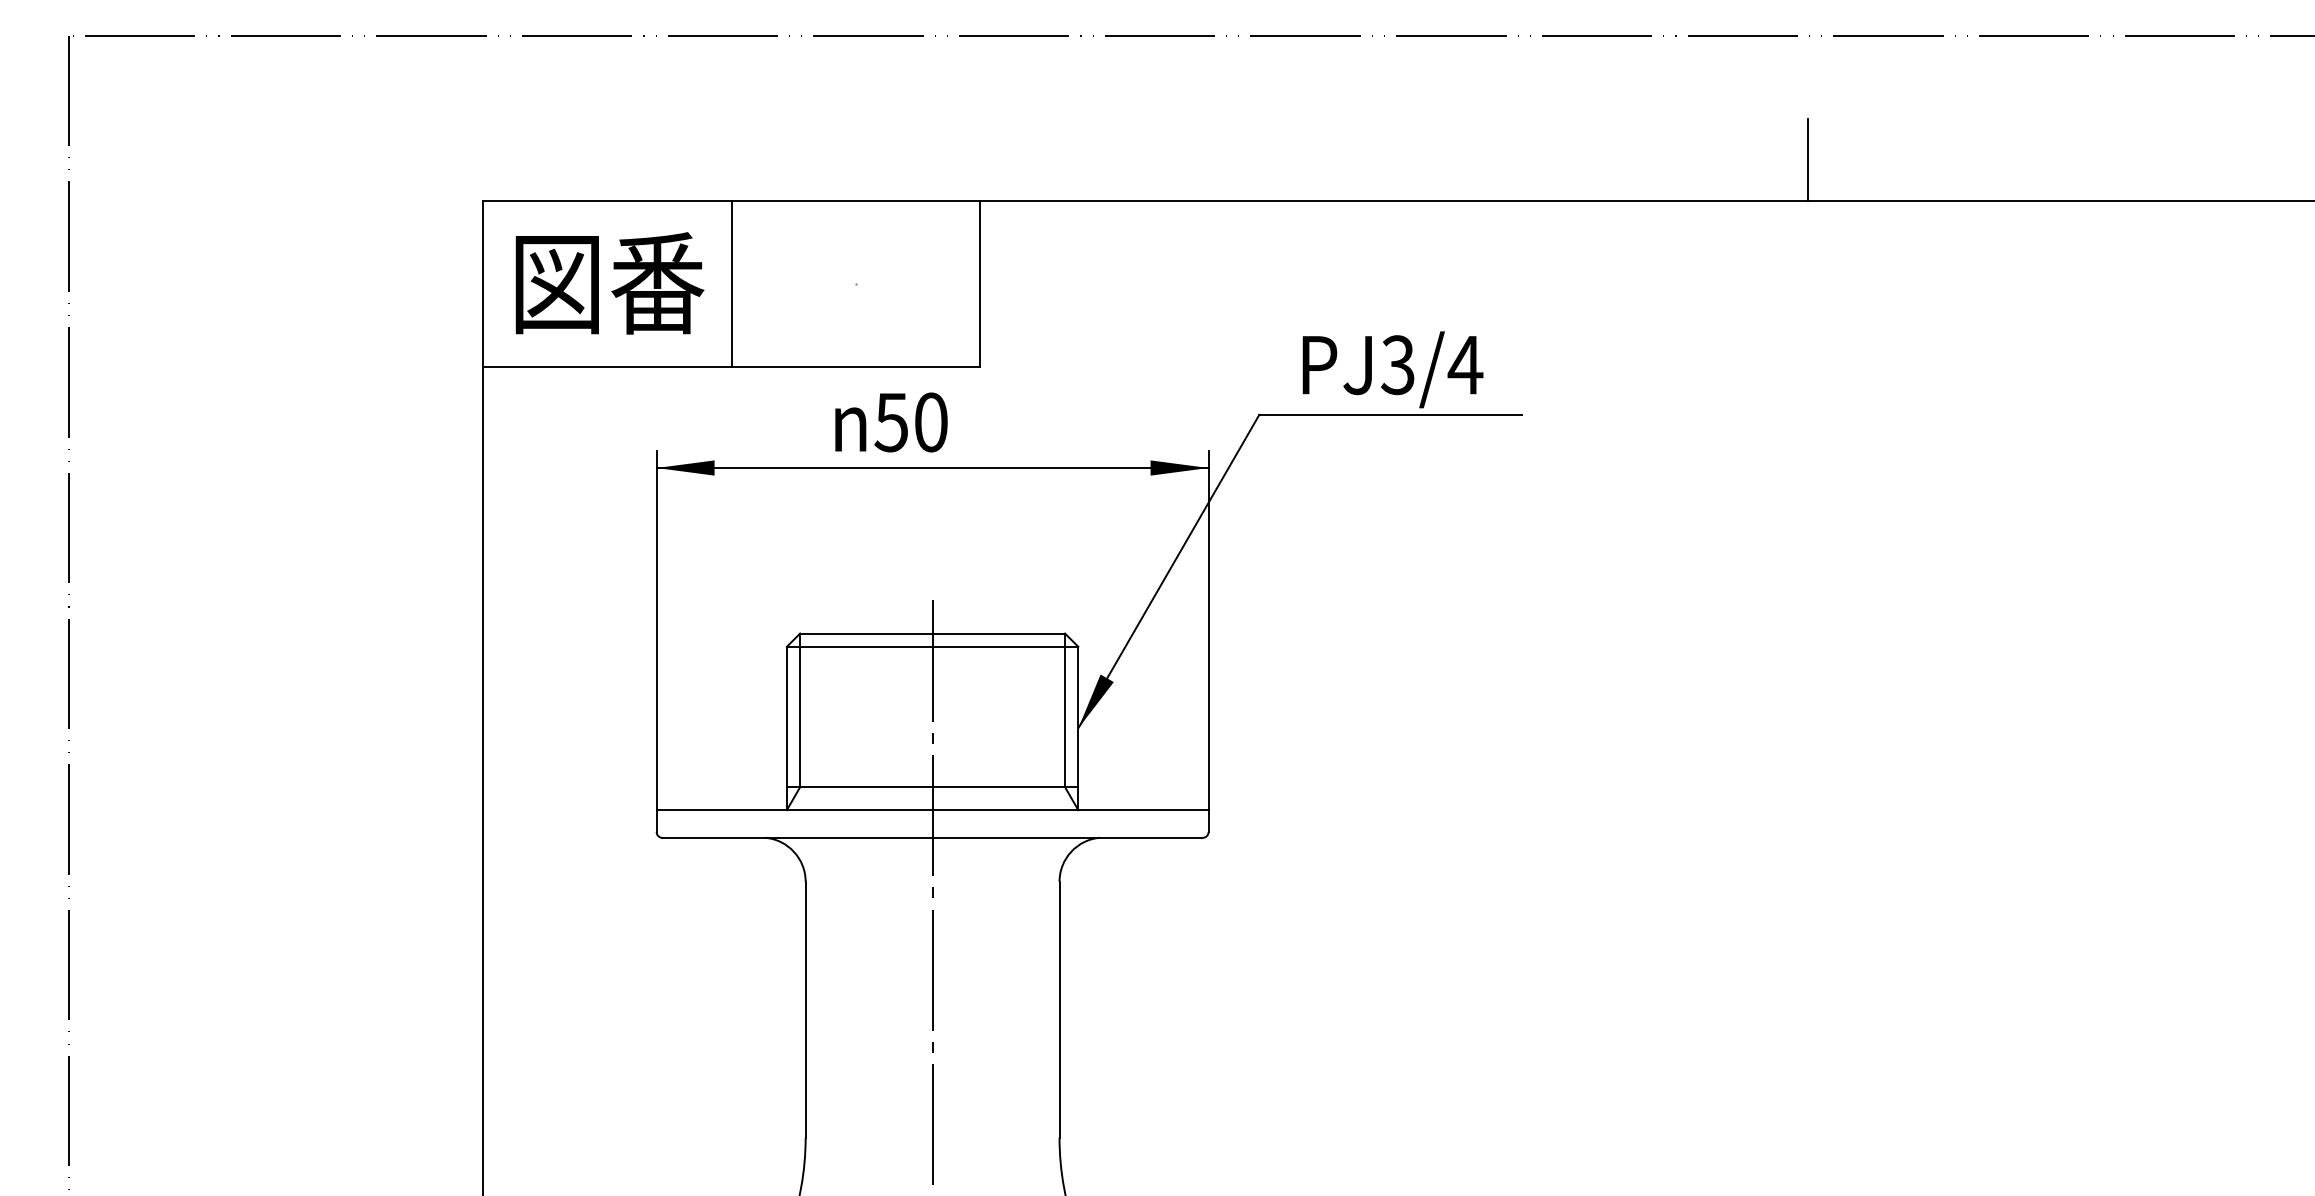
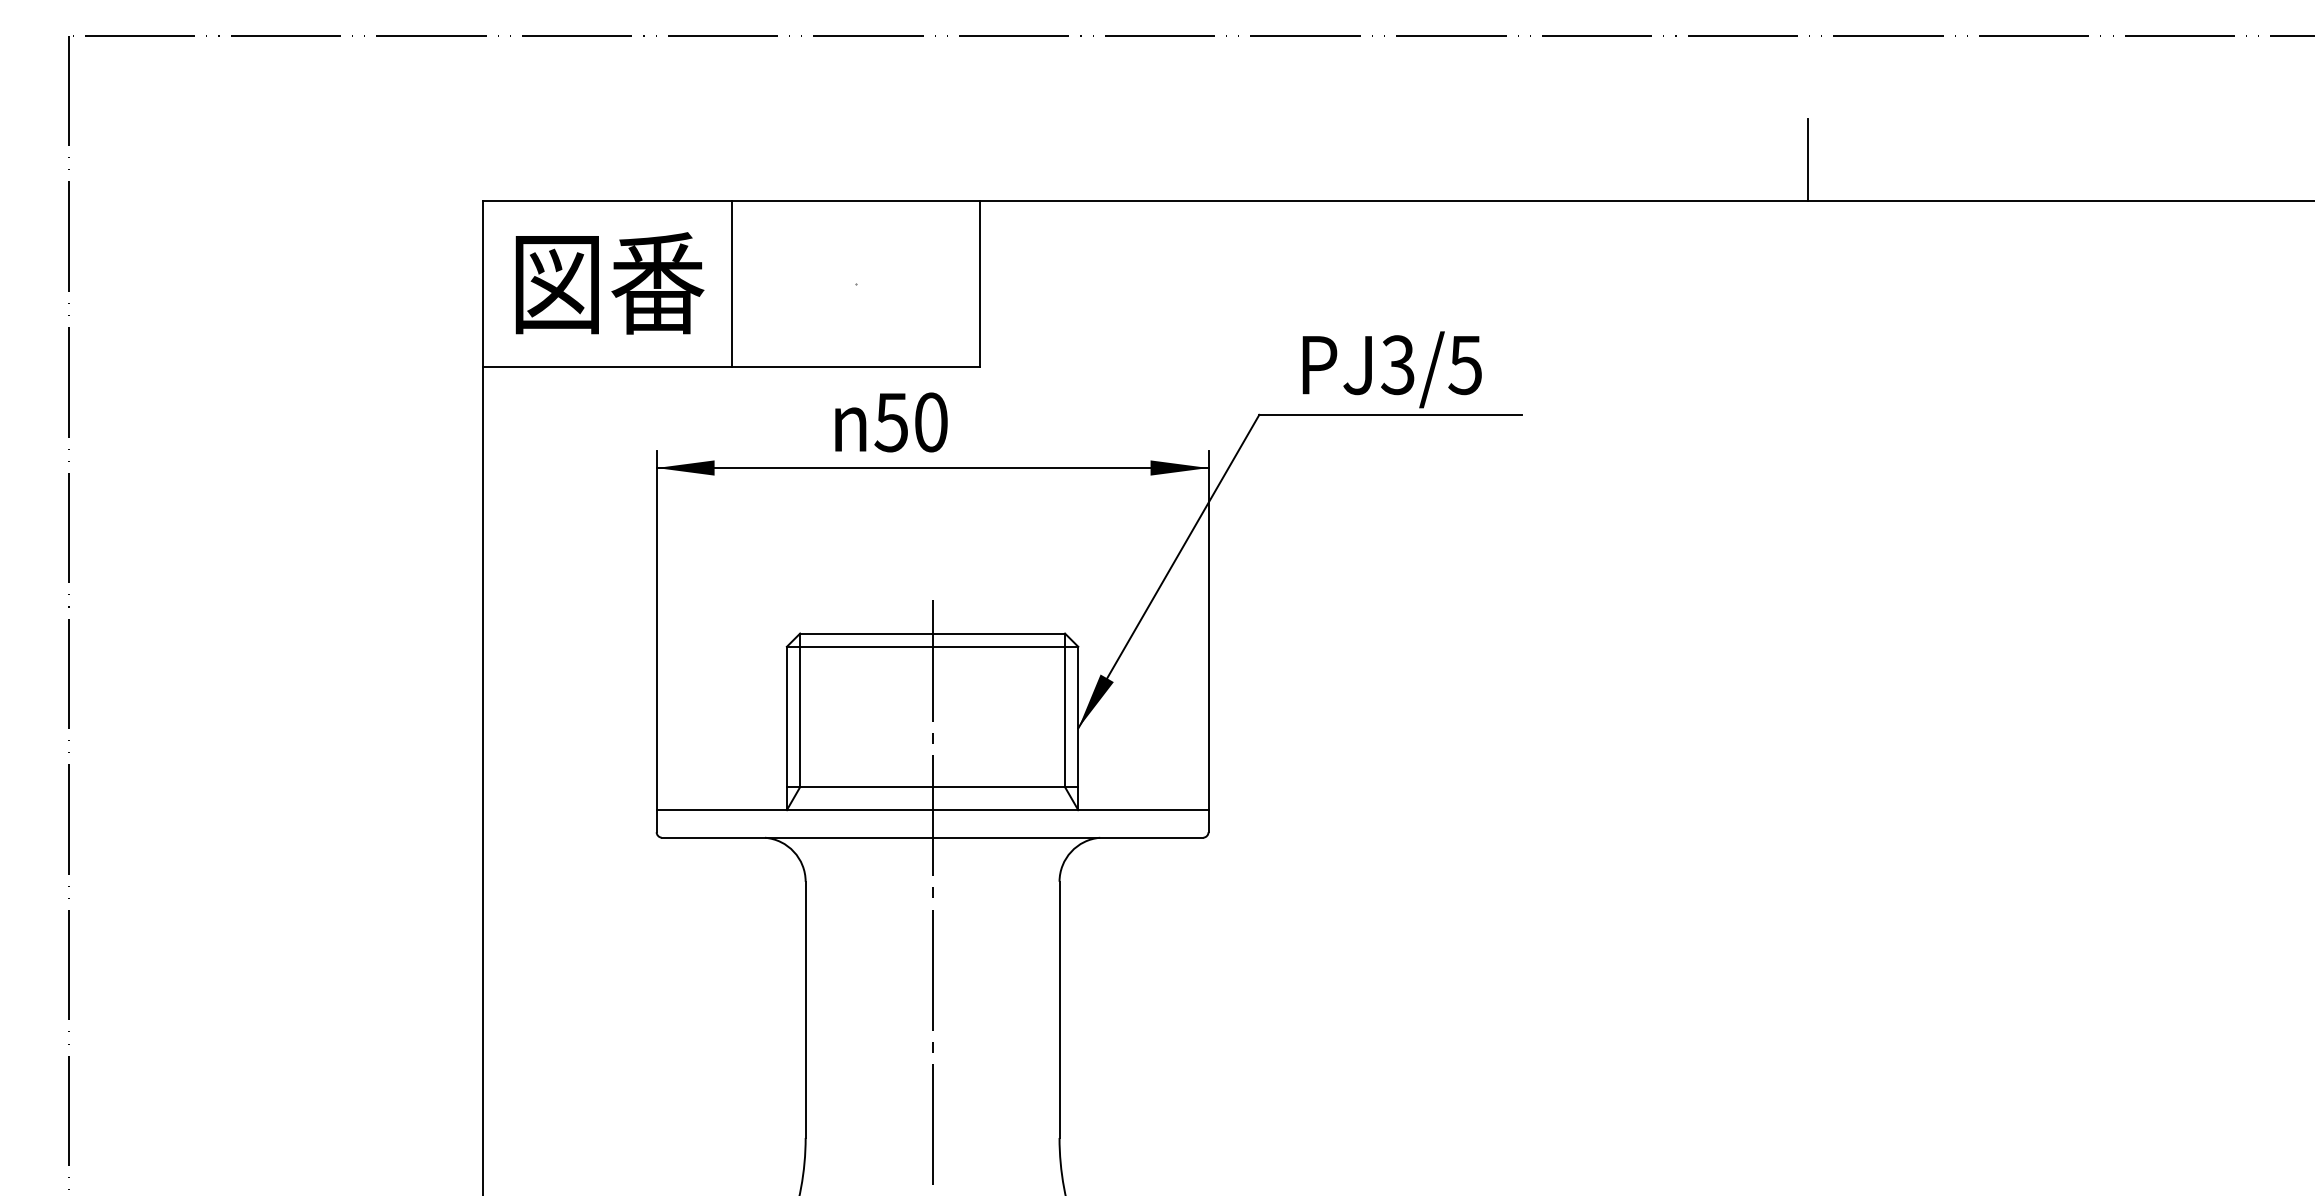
text at (1465, 365): PJ3/4 -> PJ3/5
